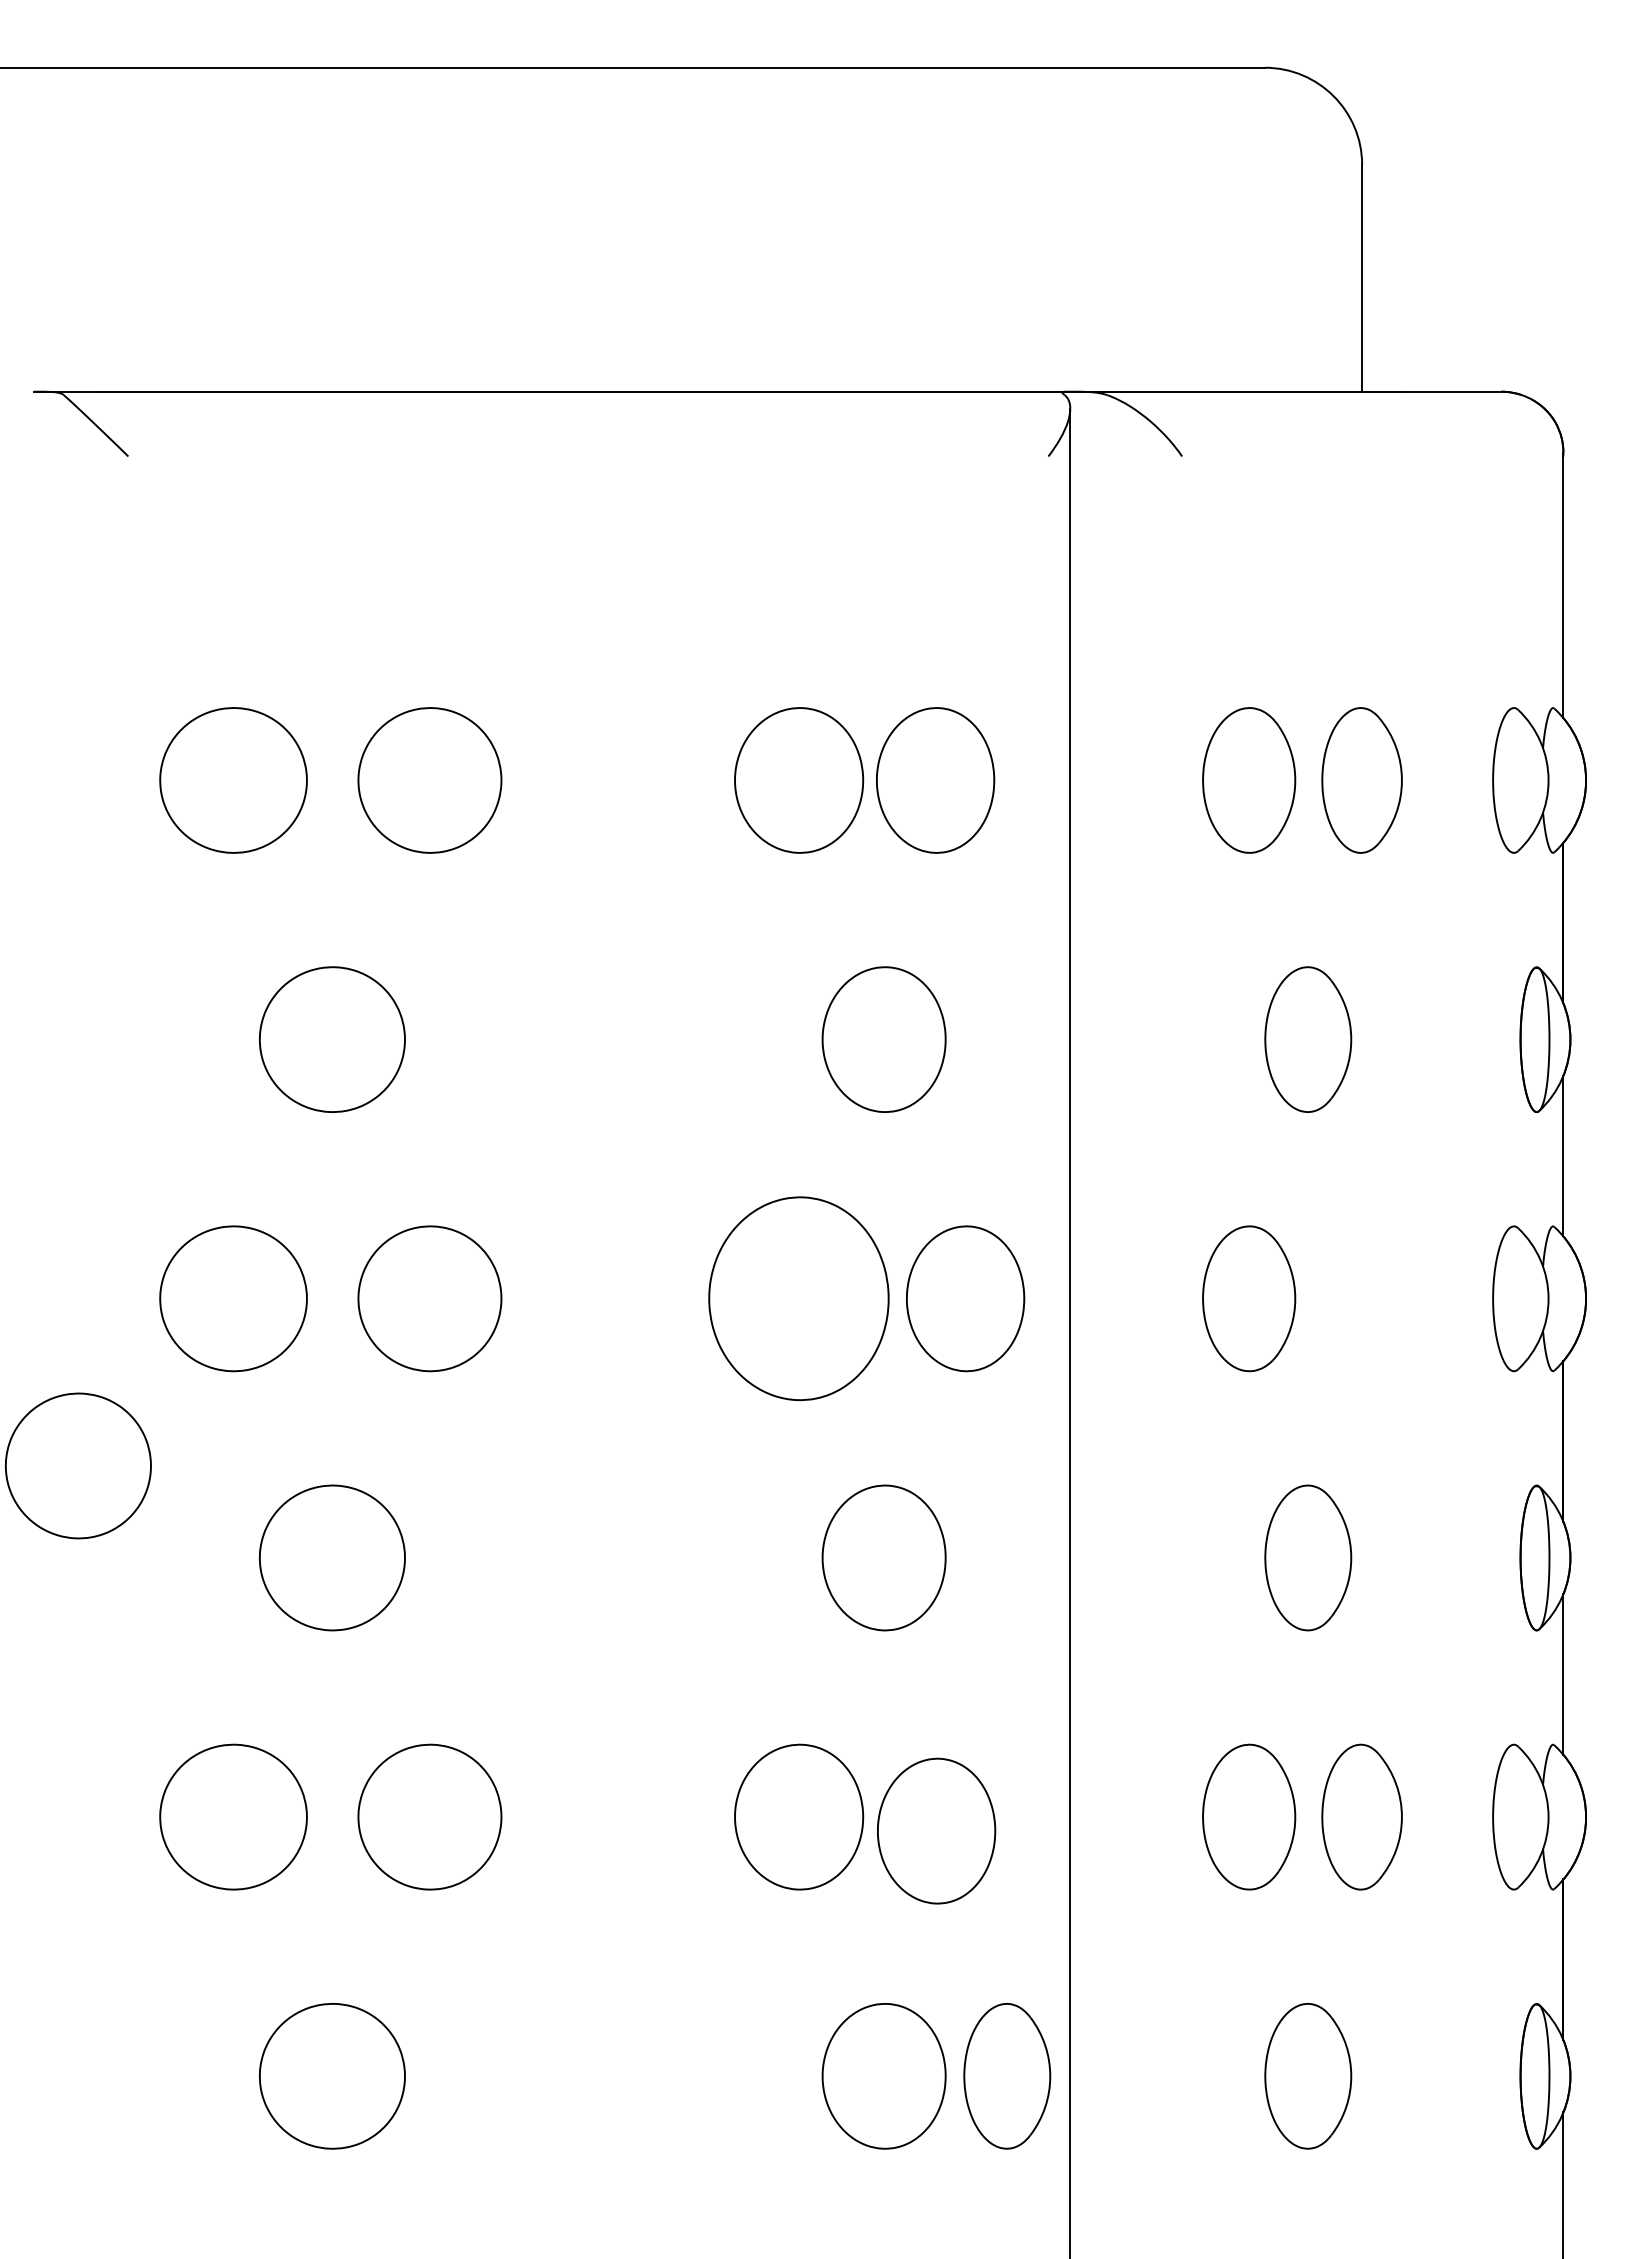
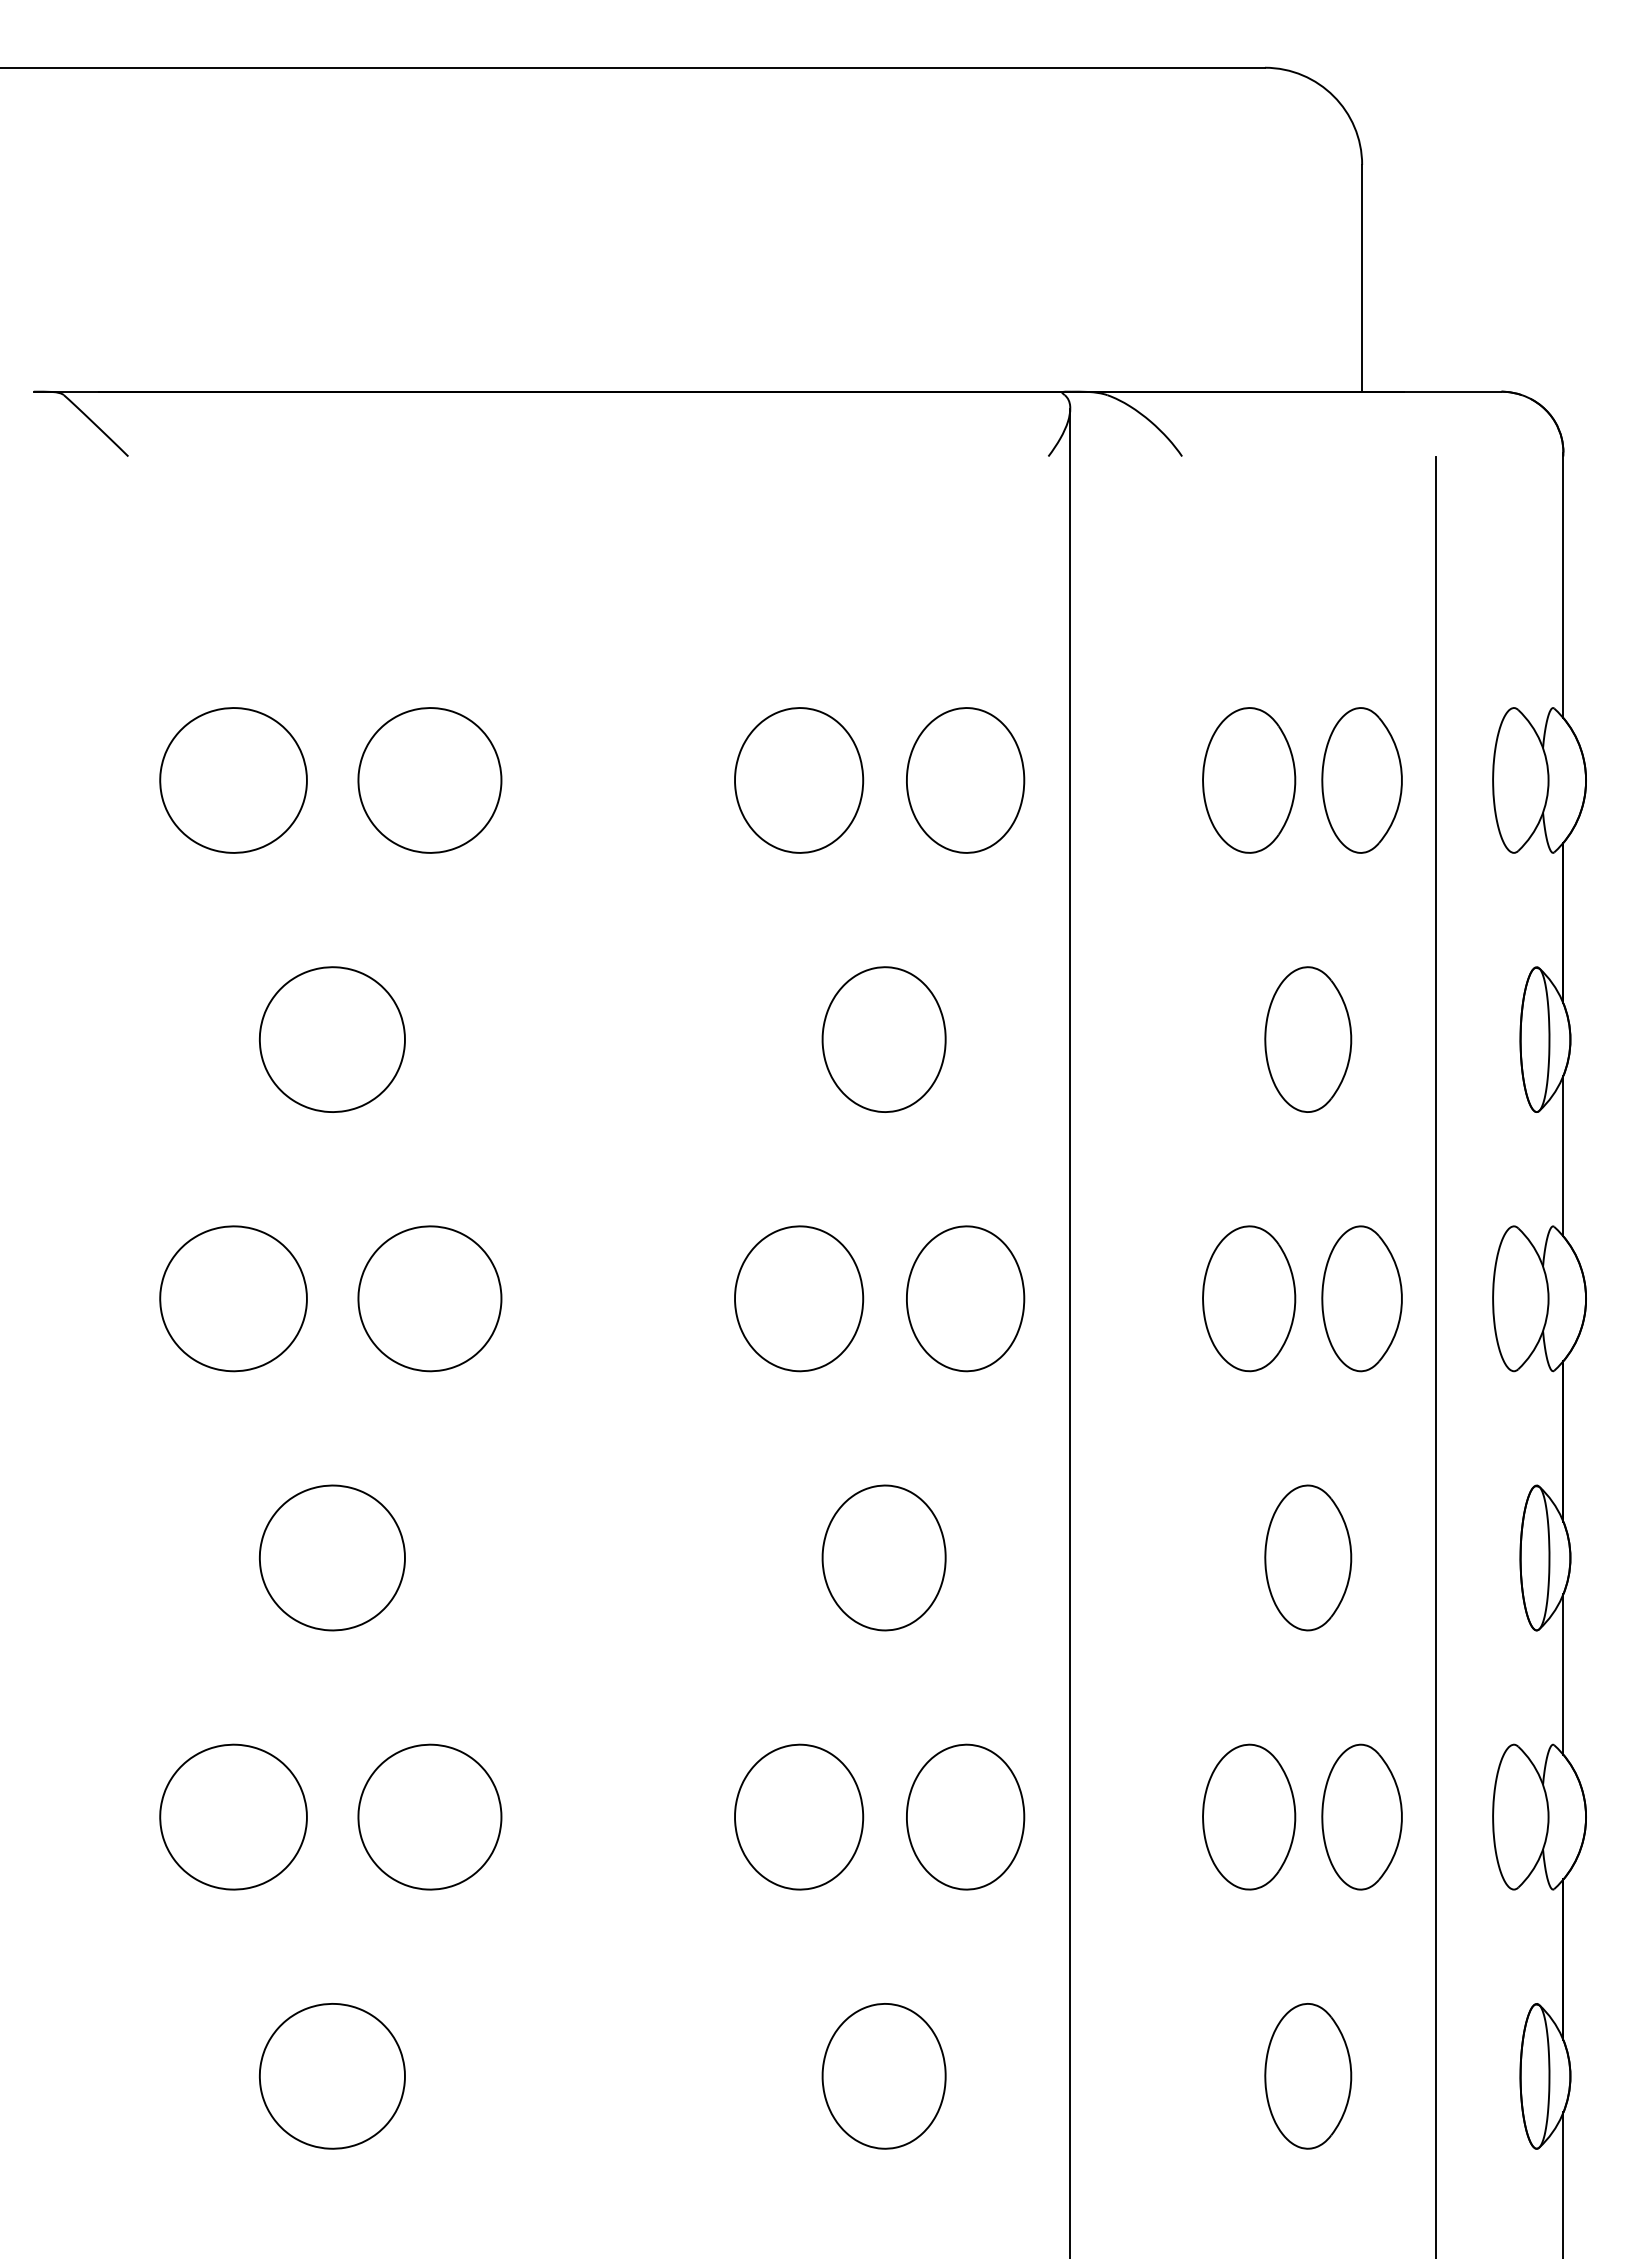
part at (935, 780) position: (935, 780) -> (965, 780)
part at (798, 1298) size: 182x206 px -> 131x148 px
part at (1361, 1298): none -> present
line at (1436, 1355): none -> present
part at (78, 1465): present -> none
part at (936, 1830) position: (936, 1830) -> (965, 1816)
part at (1007, 2076): present -> none
